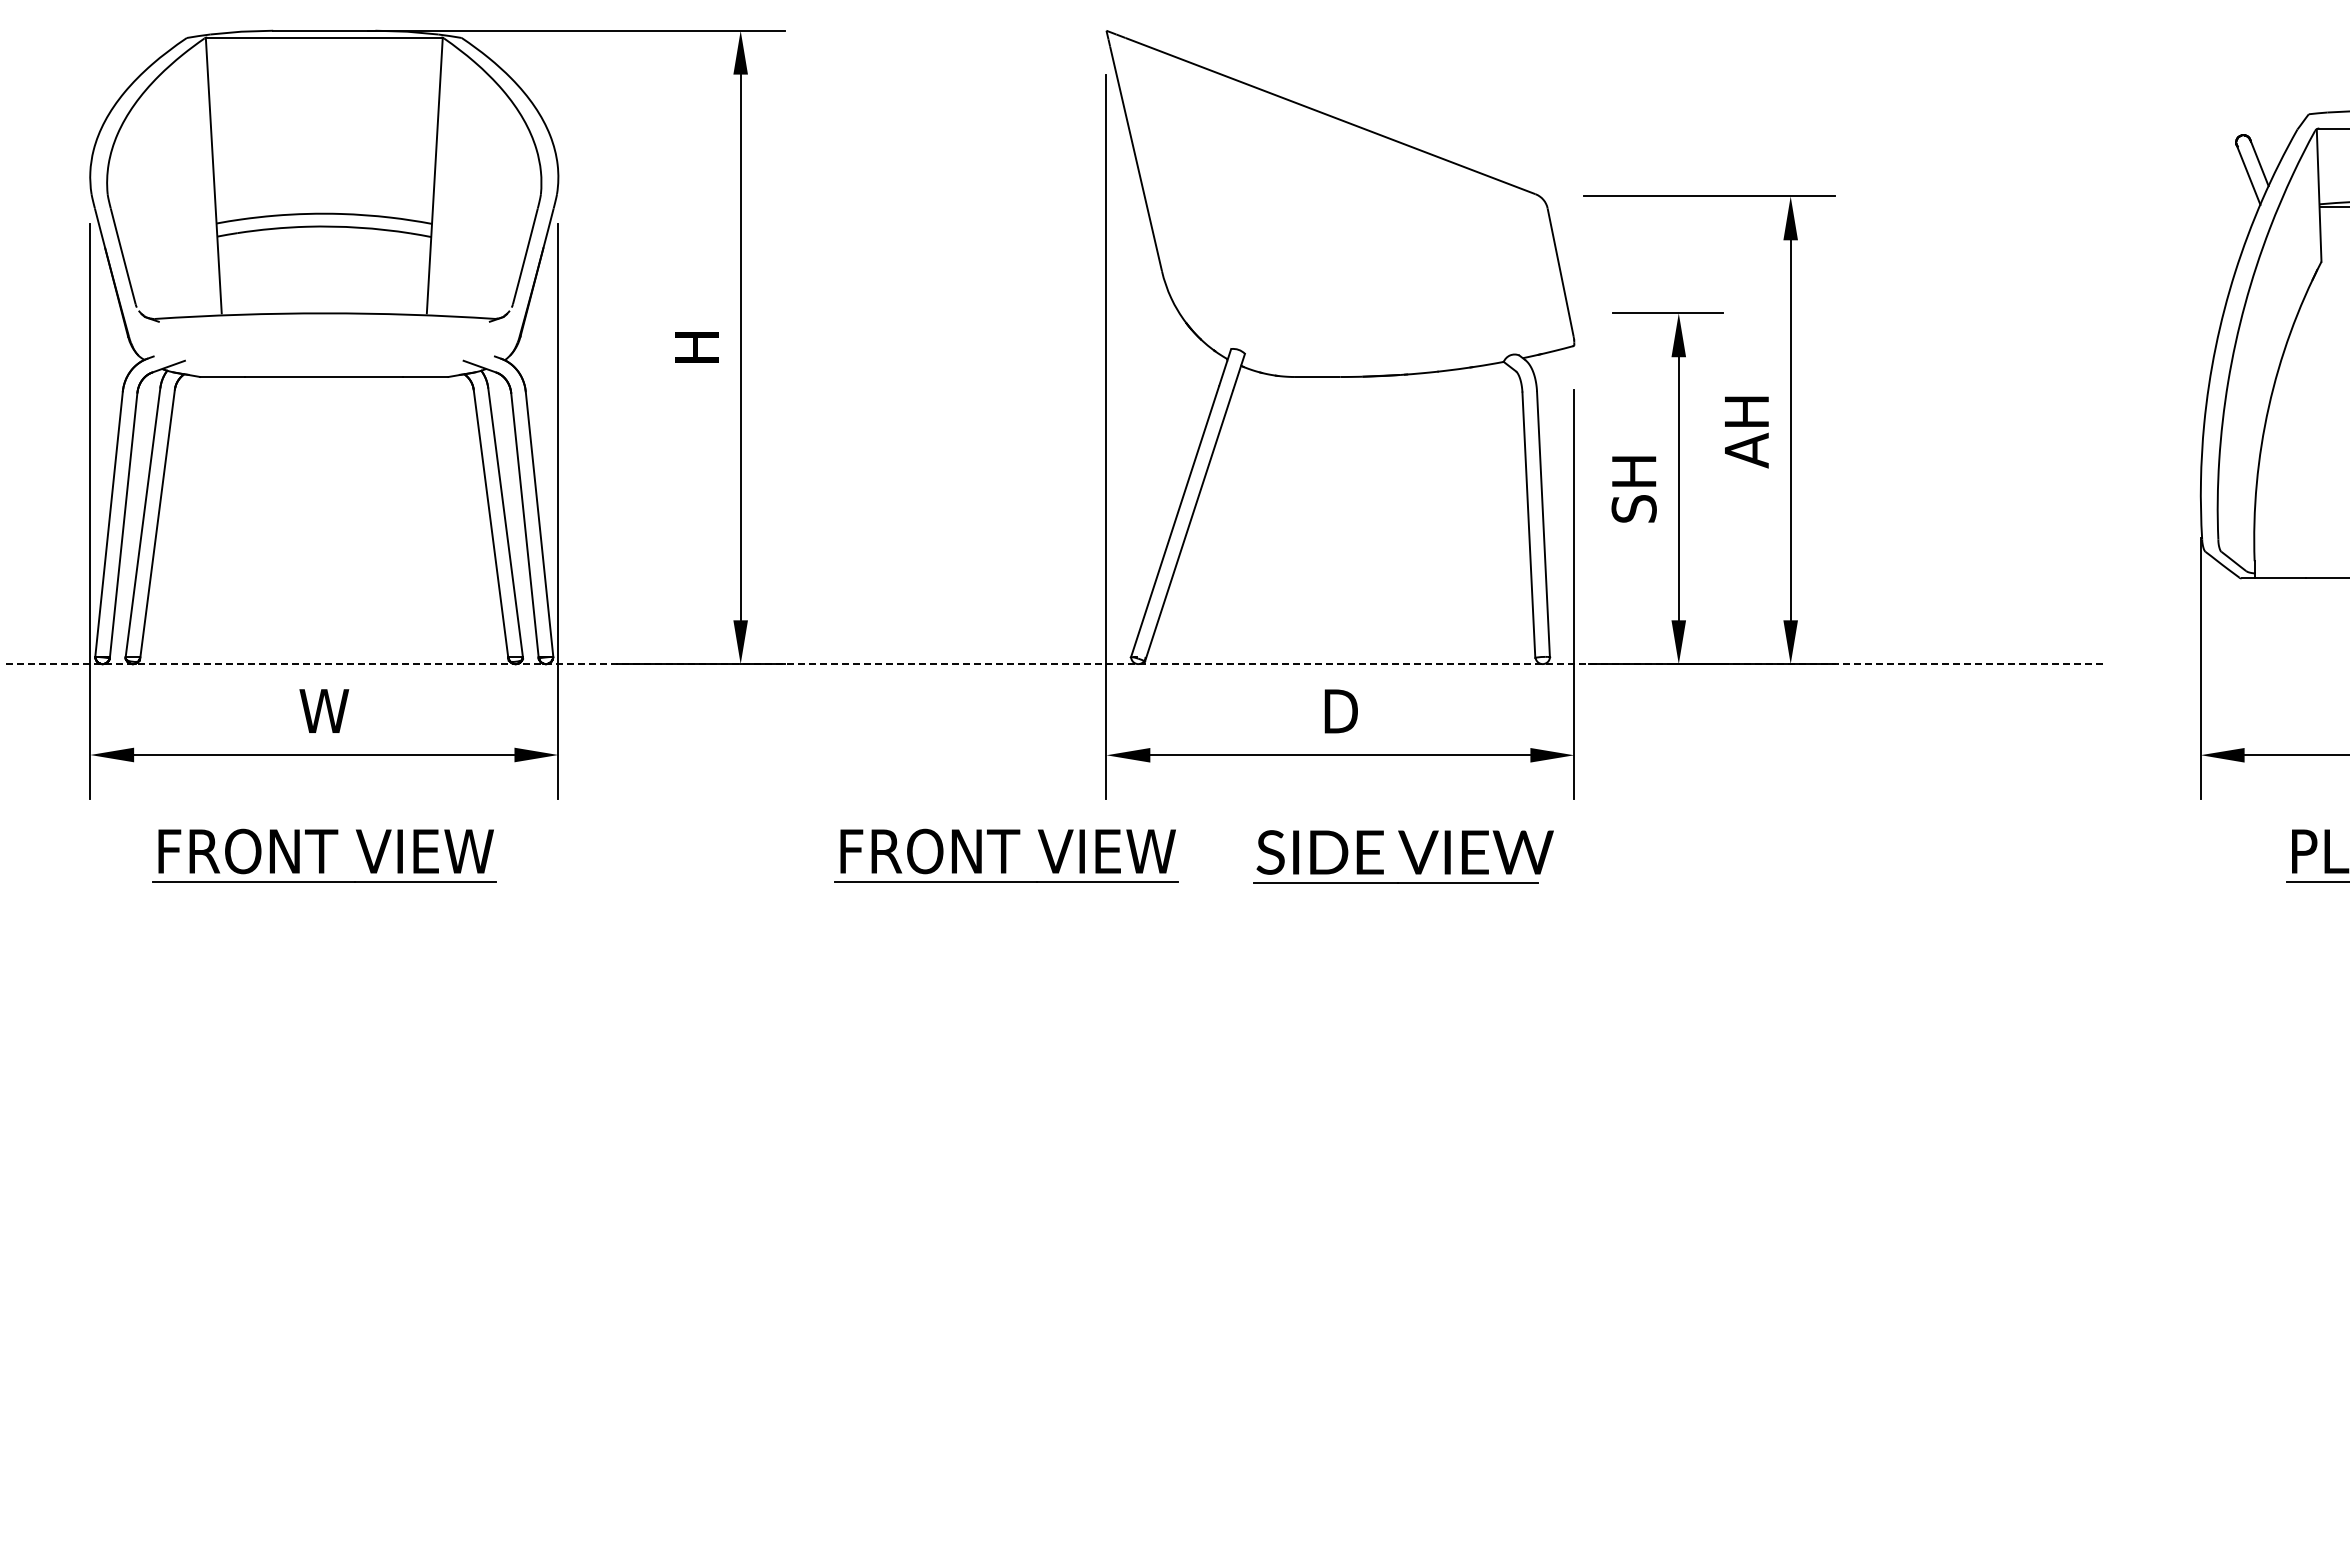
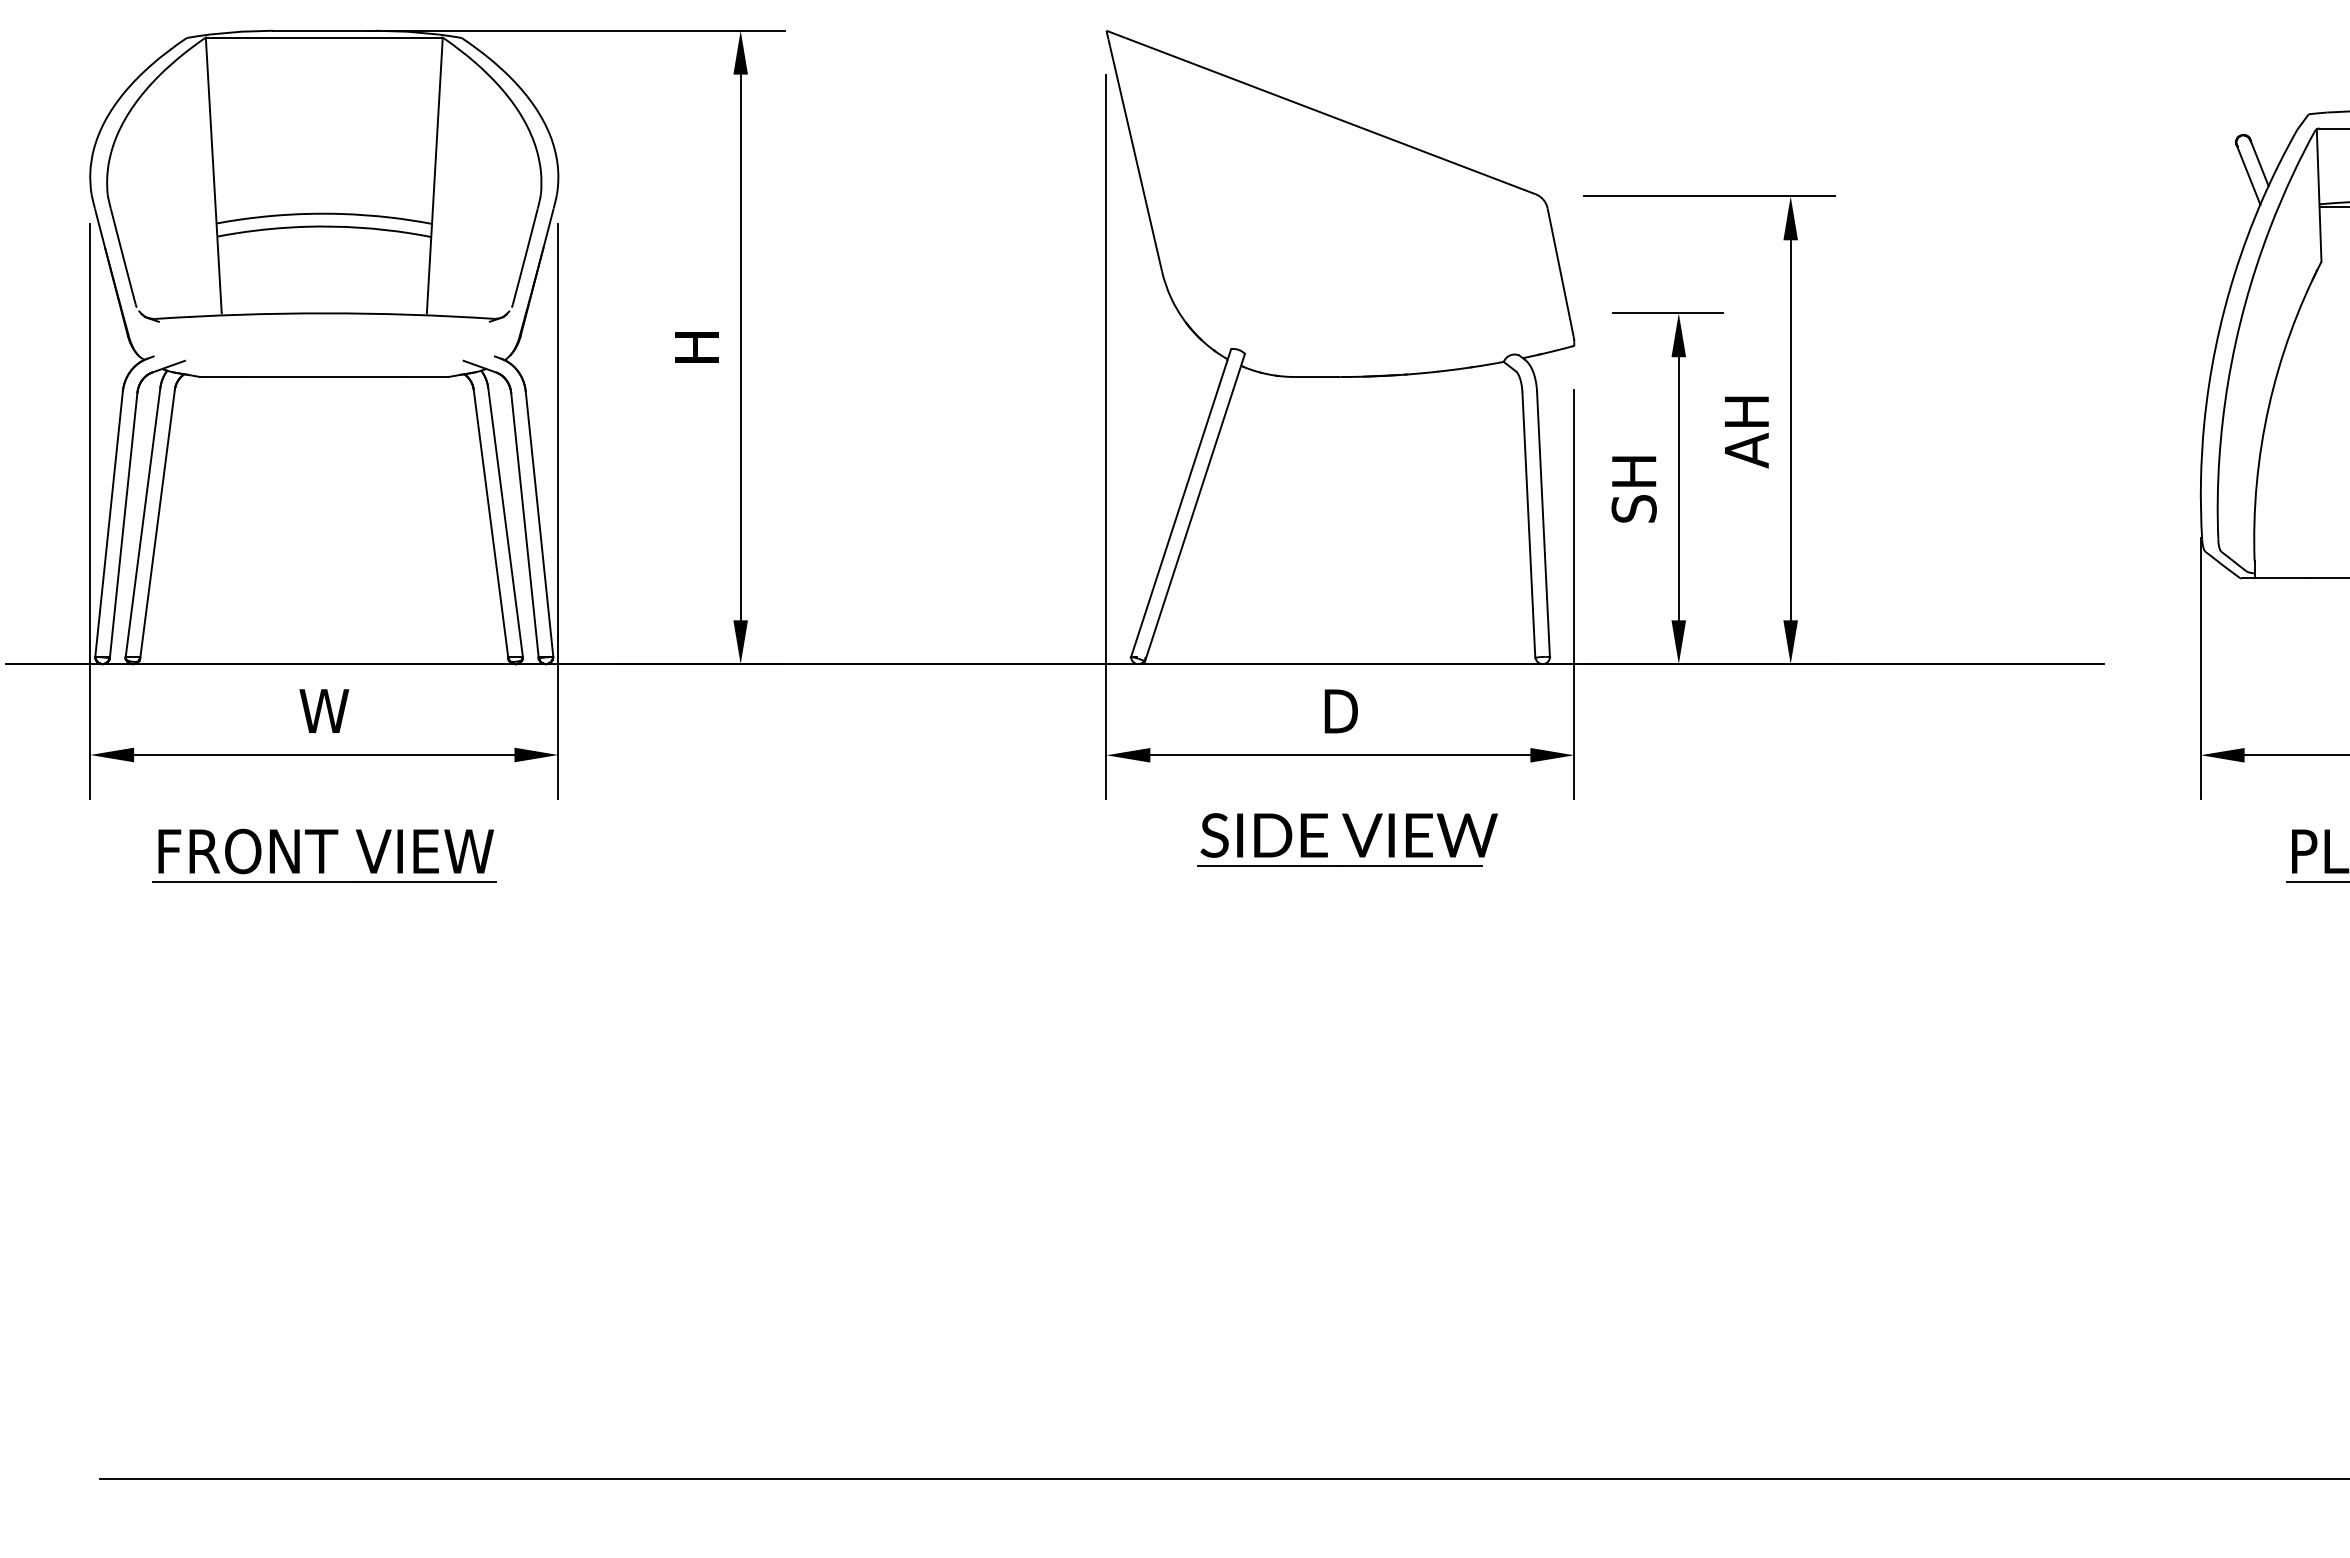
line at (1055, 664): dashed -> solid
part at (1006, 855): present -> none
part at (1403, 856) position: (1403, 856) -> (1347, 839)
line at (1223, 1479): none -> present
